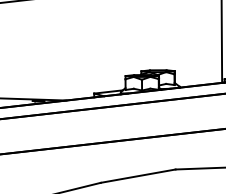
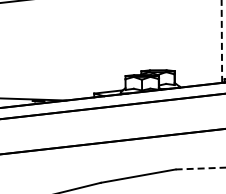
line at (221, 41): solid -> dashed
line at (200, 168): solid -> dashed
